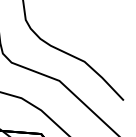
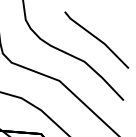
line at (96, 39): none -> present
